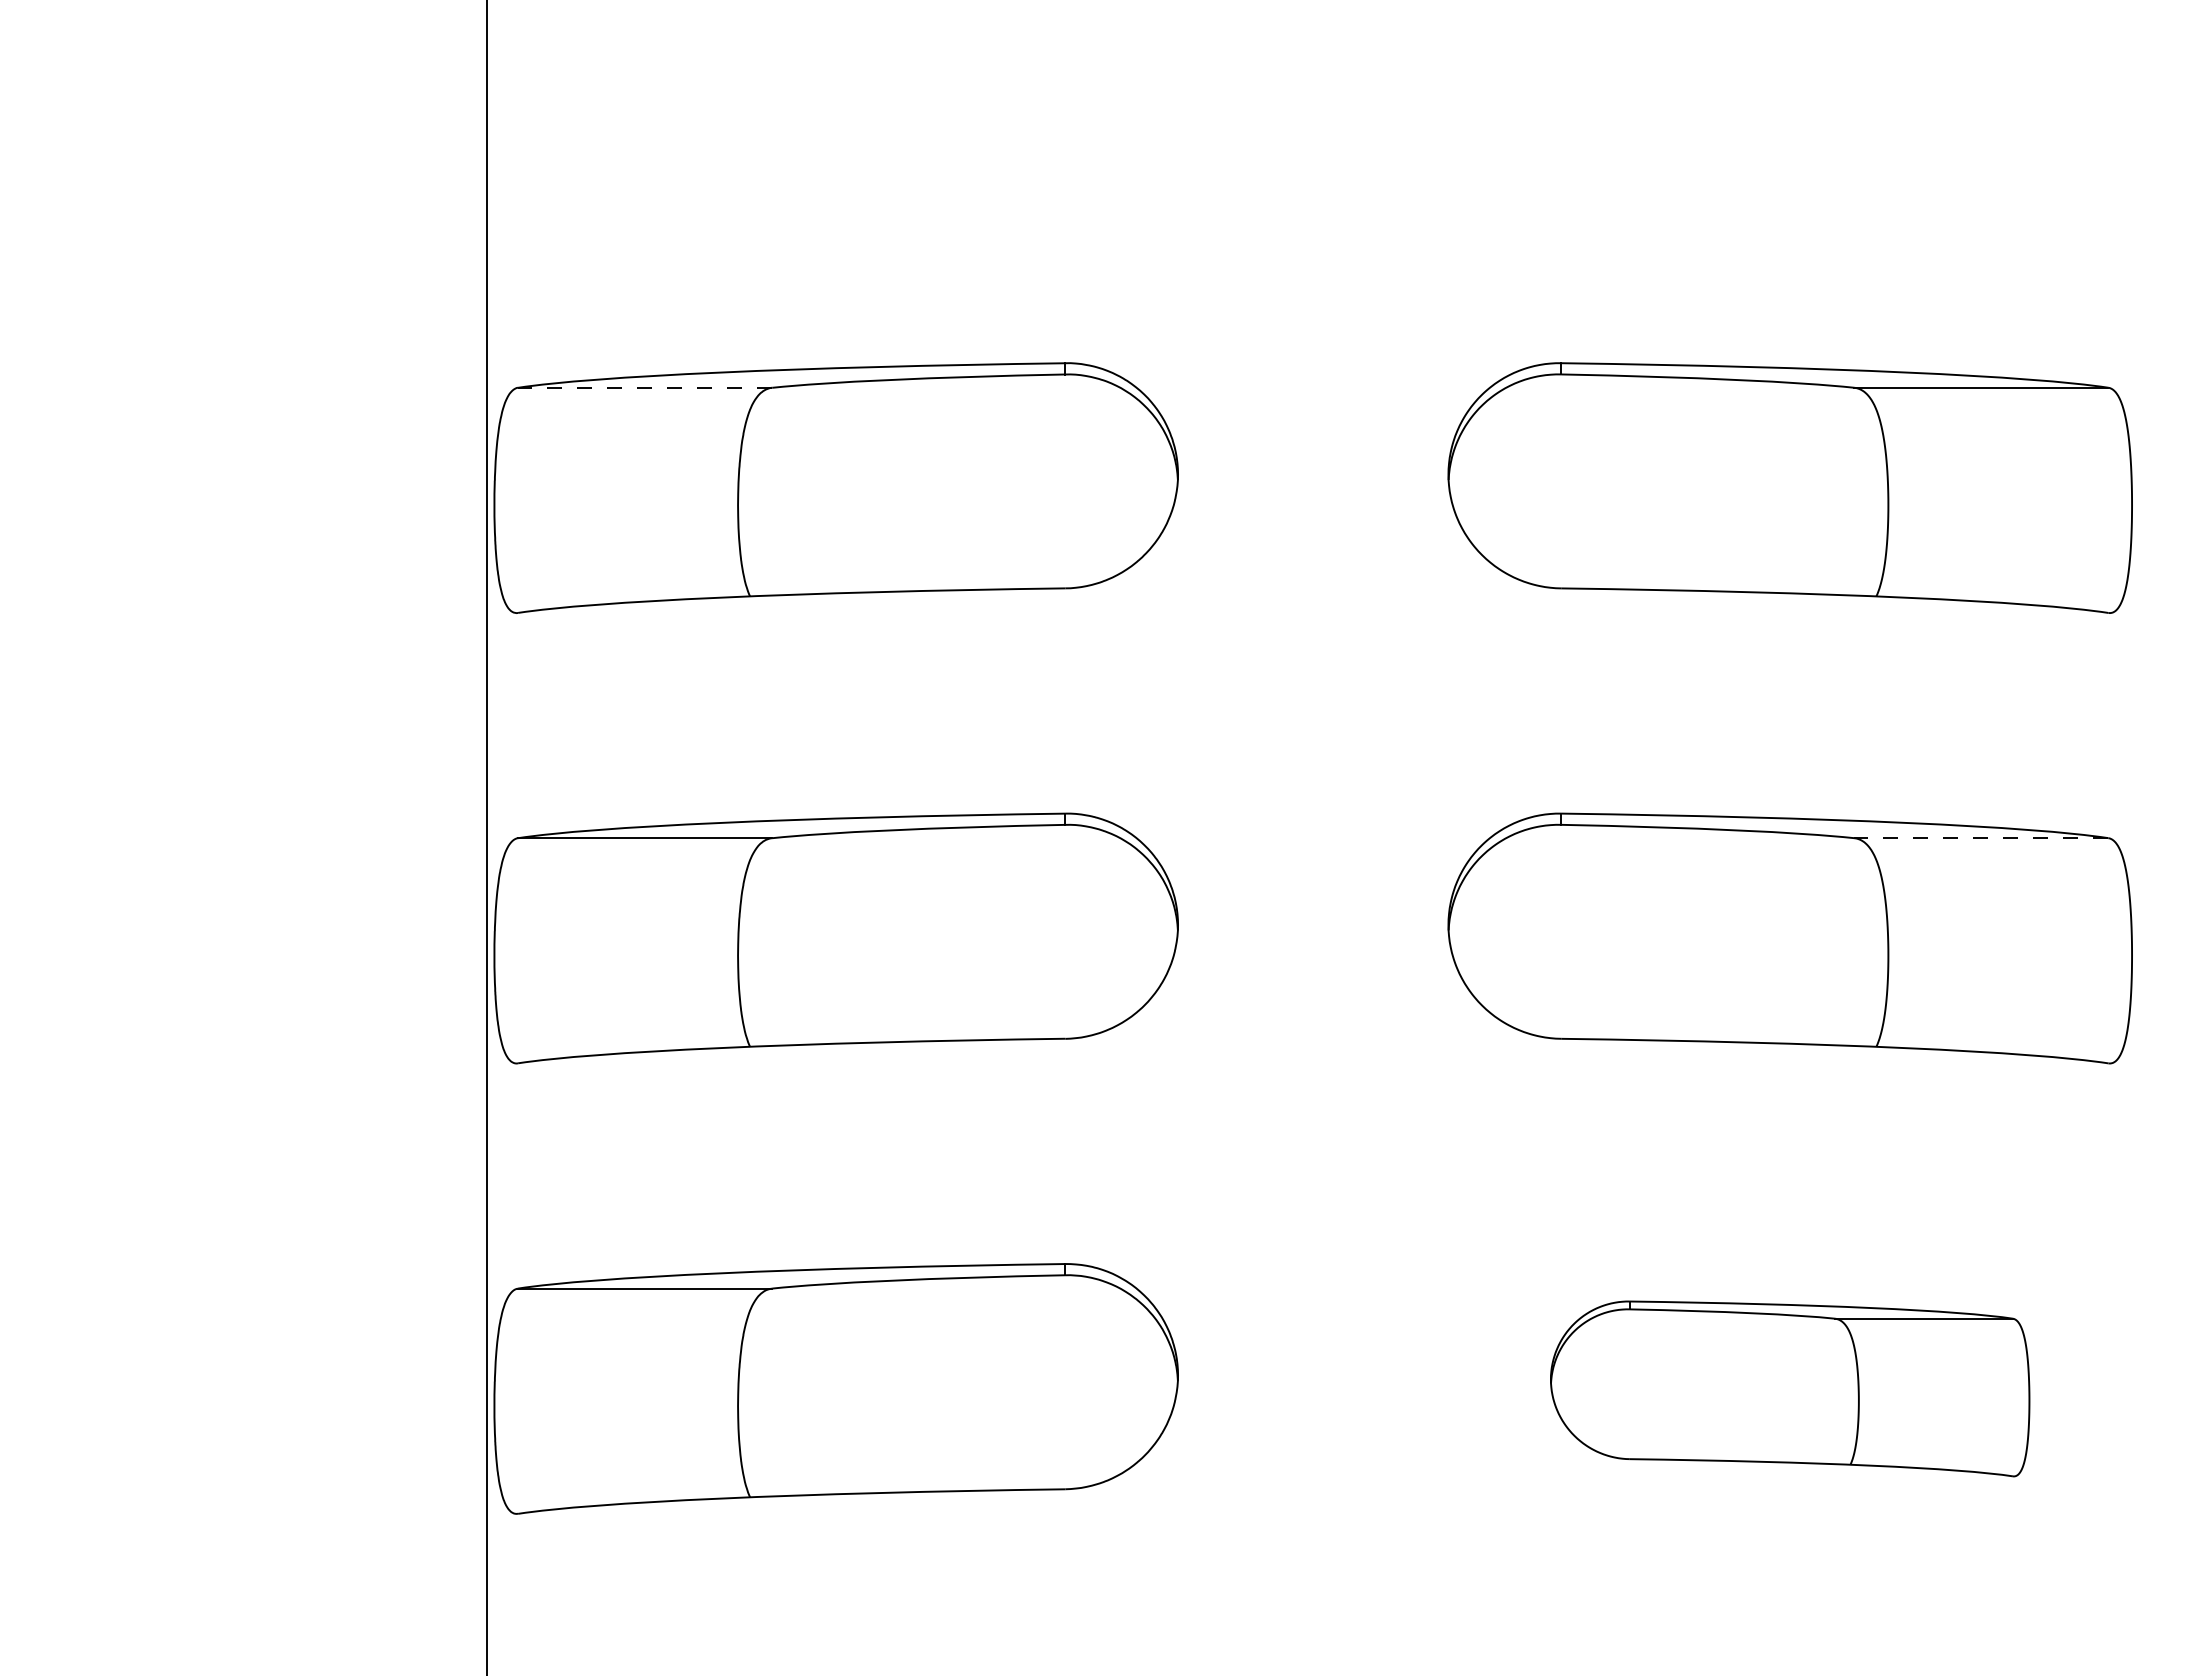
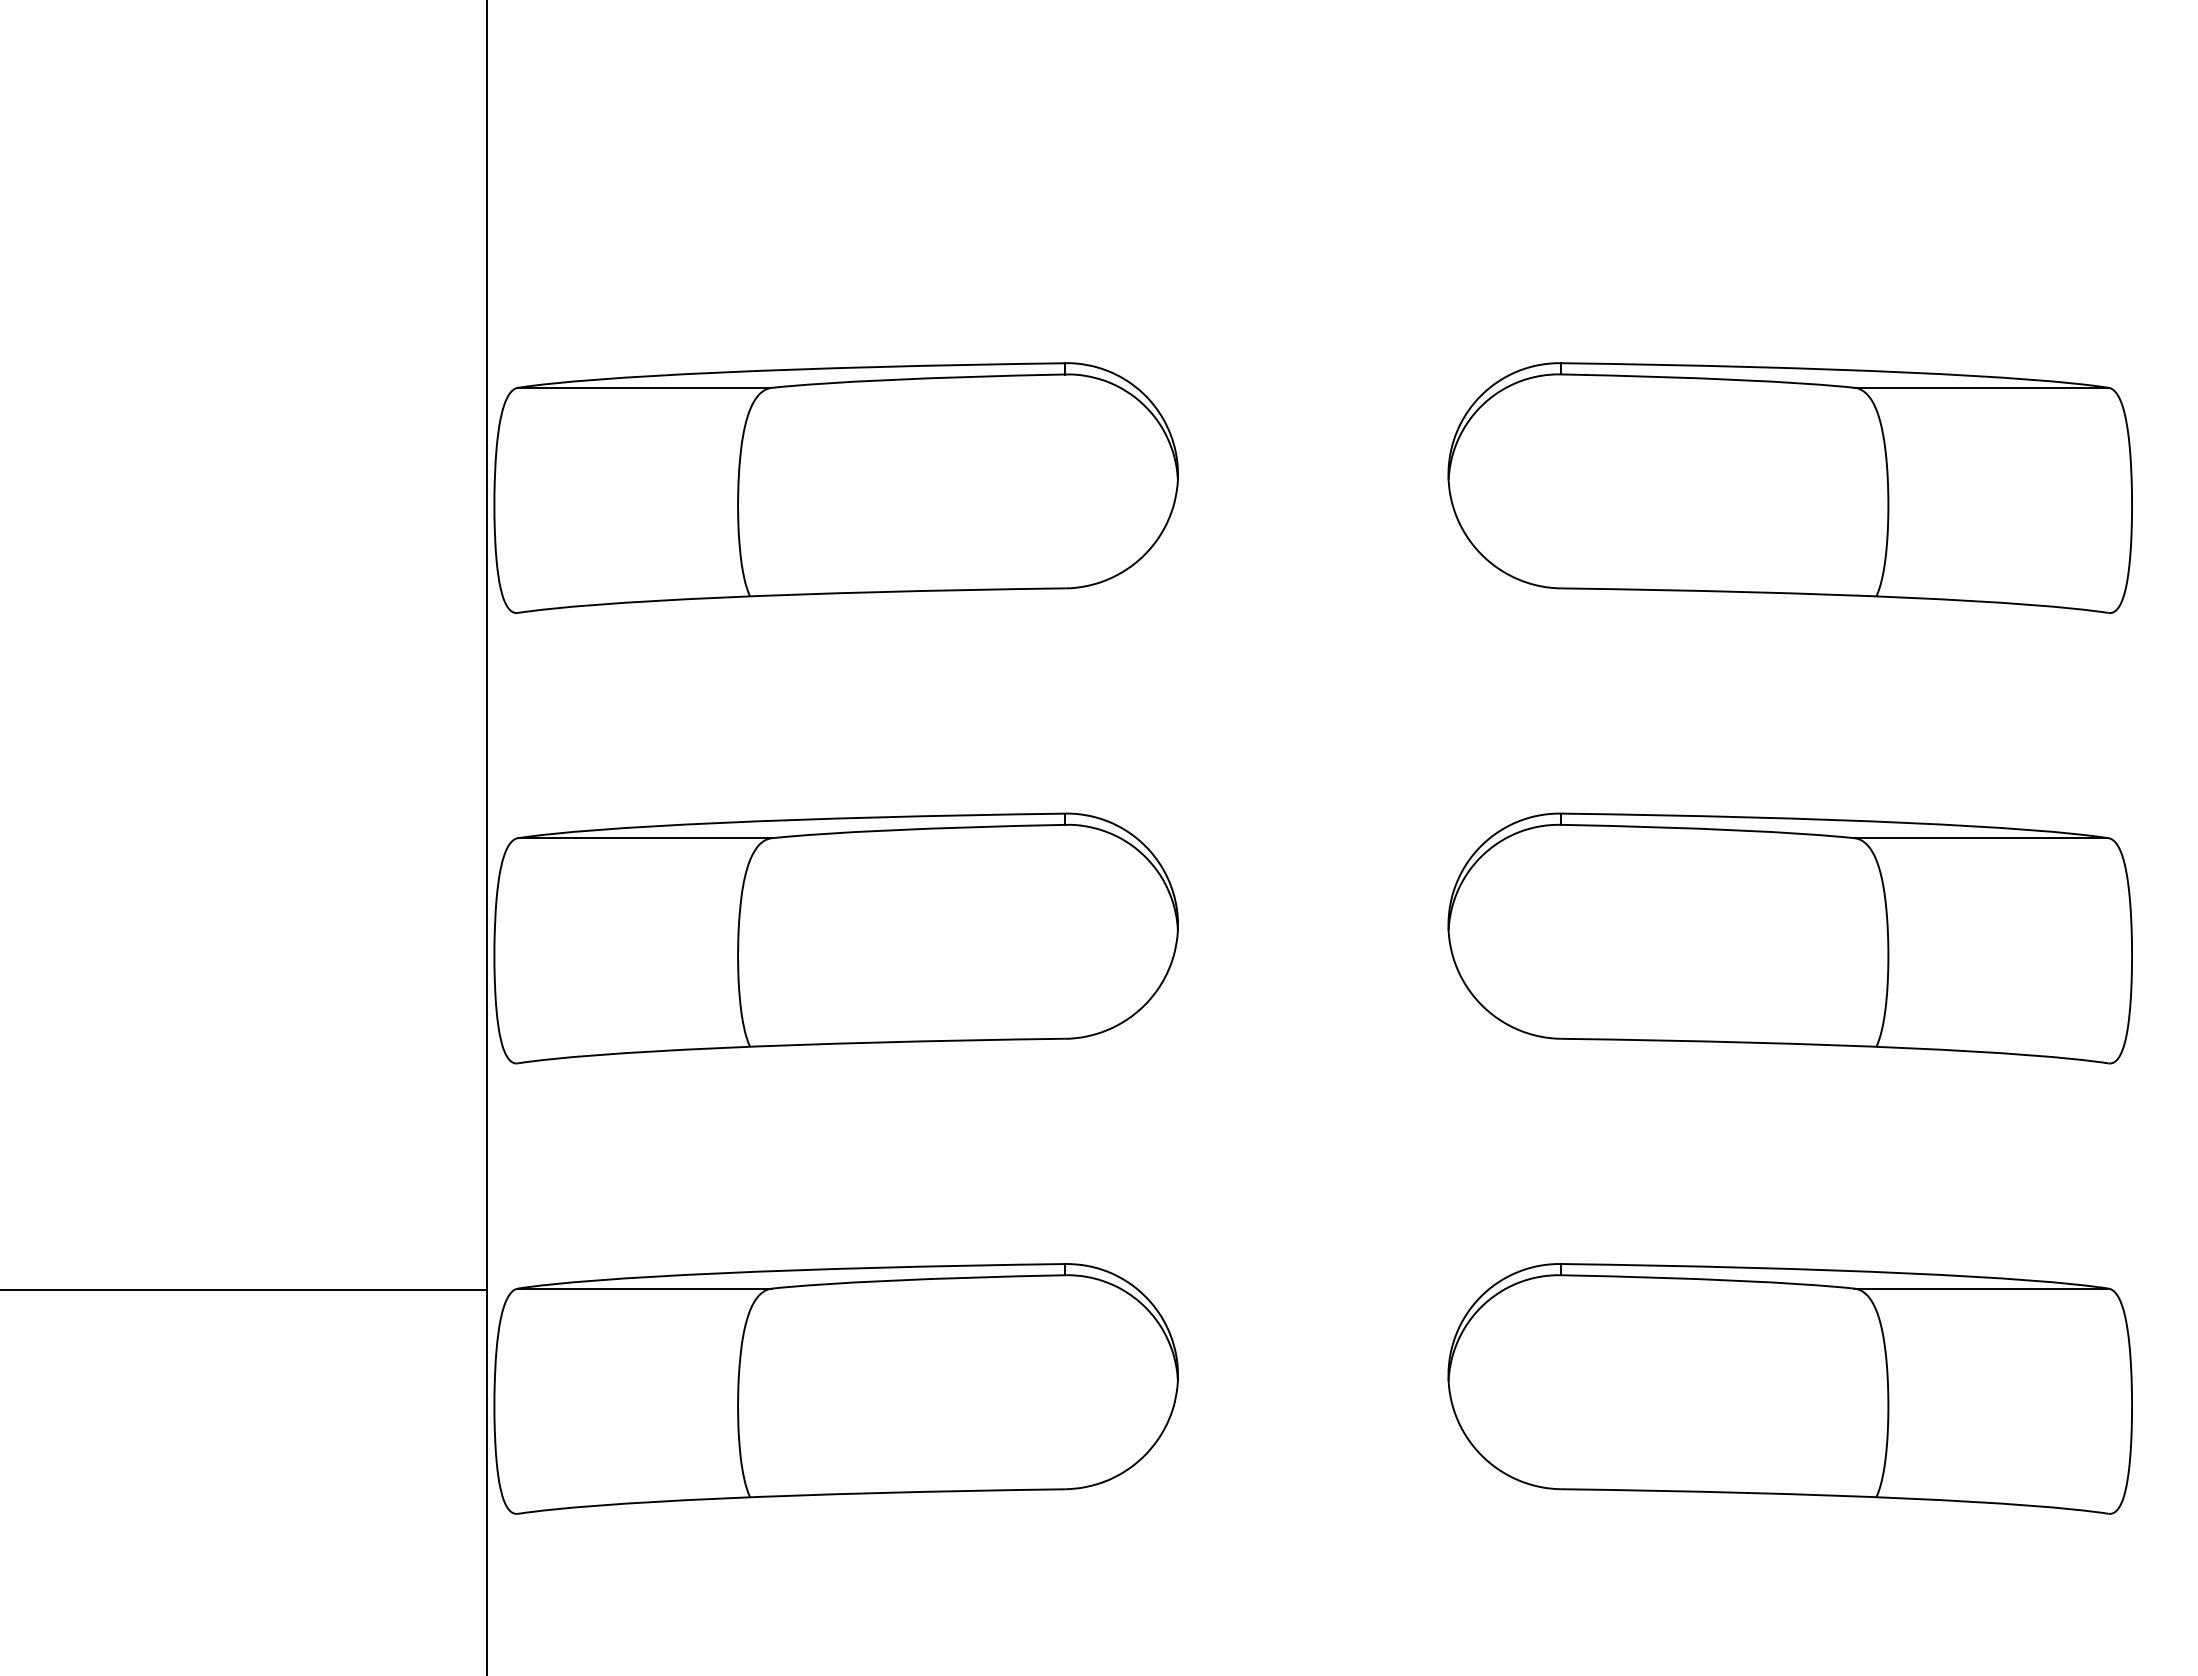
line at (644, 387): dashed -> solid
line at (1980, 838): dashed -> solid
line at (244, 1290): none -> present
part at (1790, 1388) size: 481x178 px -> 686x252 px
